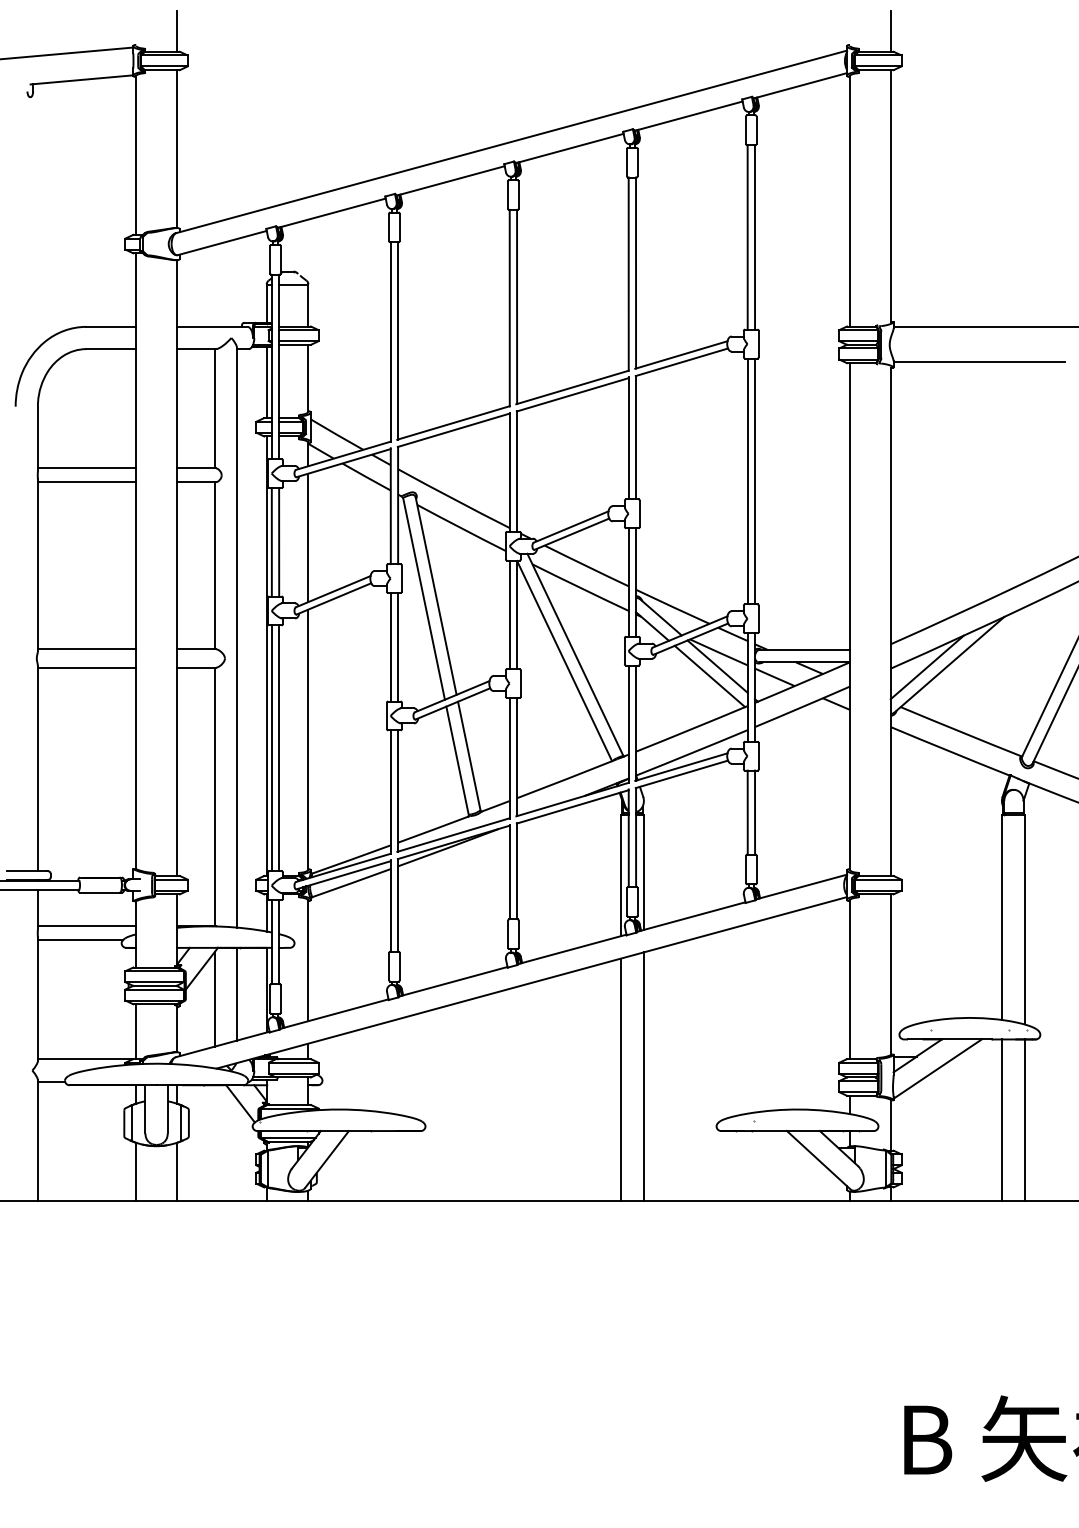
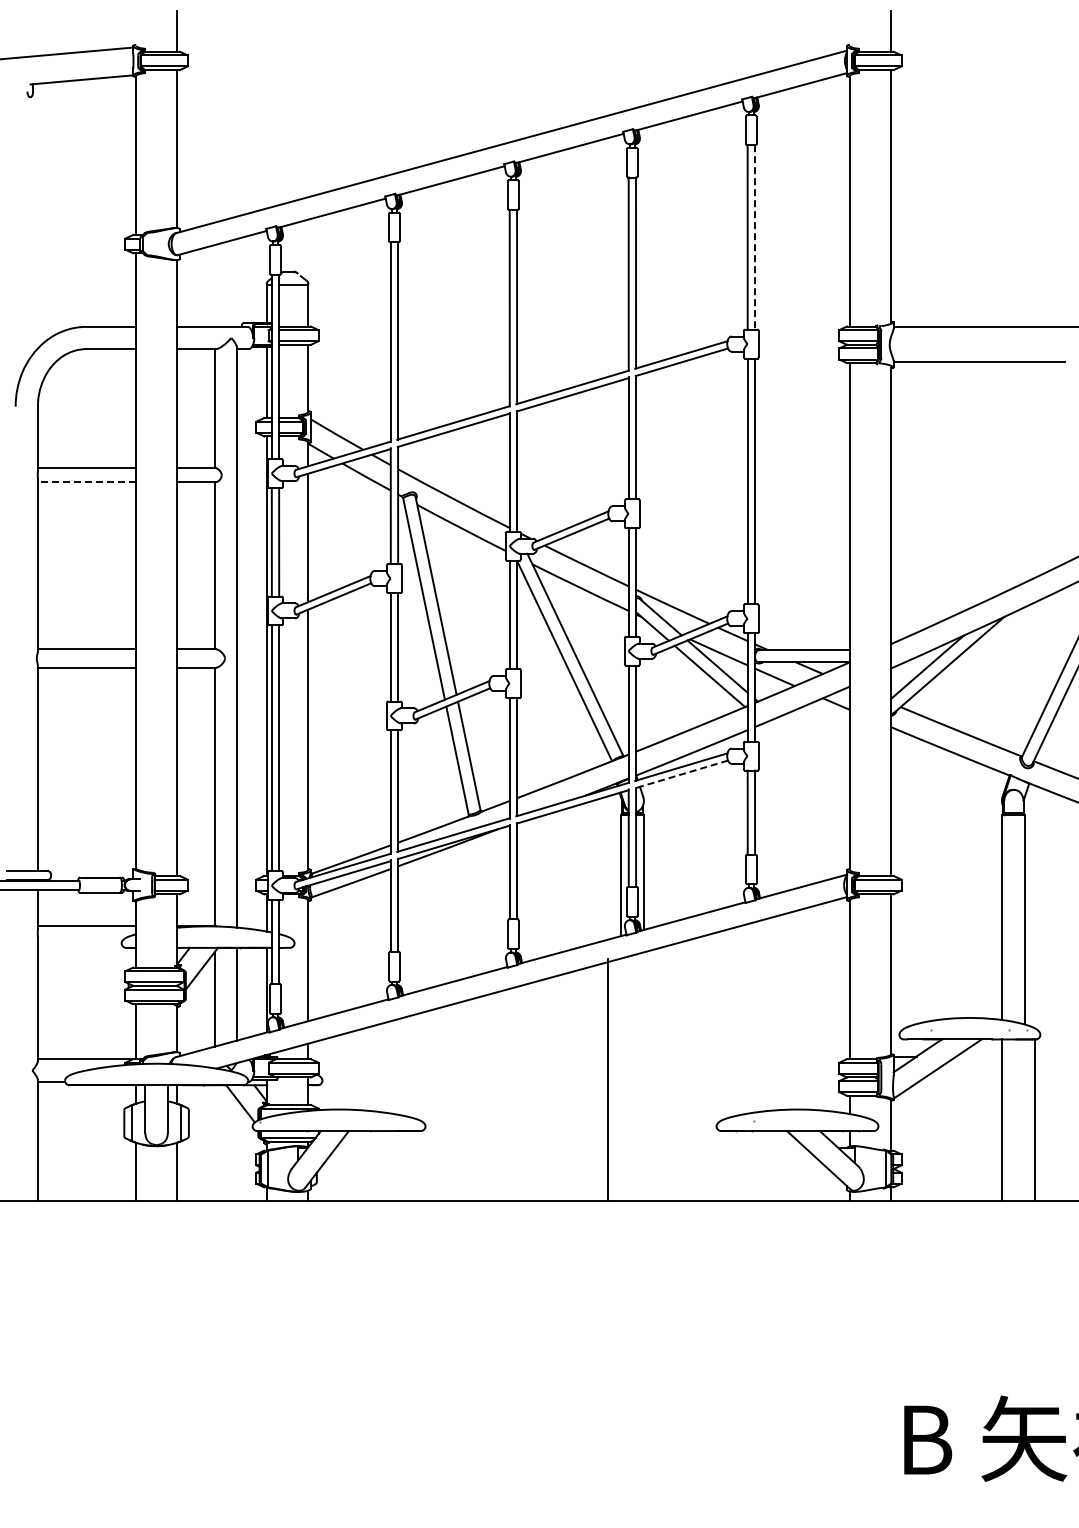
line at (755, 237): solid -> dashed
line at (86, 482): solid -> dashed
line at (681, 774): solid -> dashed
line at (80, 940): present -> none
line at (643, 1076): present -> none
line at (621, 1079) position: (621, 1079) -> (608, 1079)
line at (1024, 1120) position: (1024, 1120) -> (1034, 1120)
